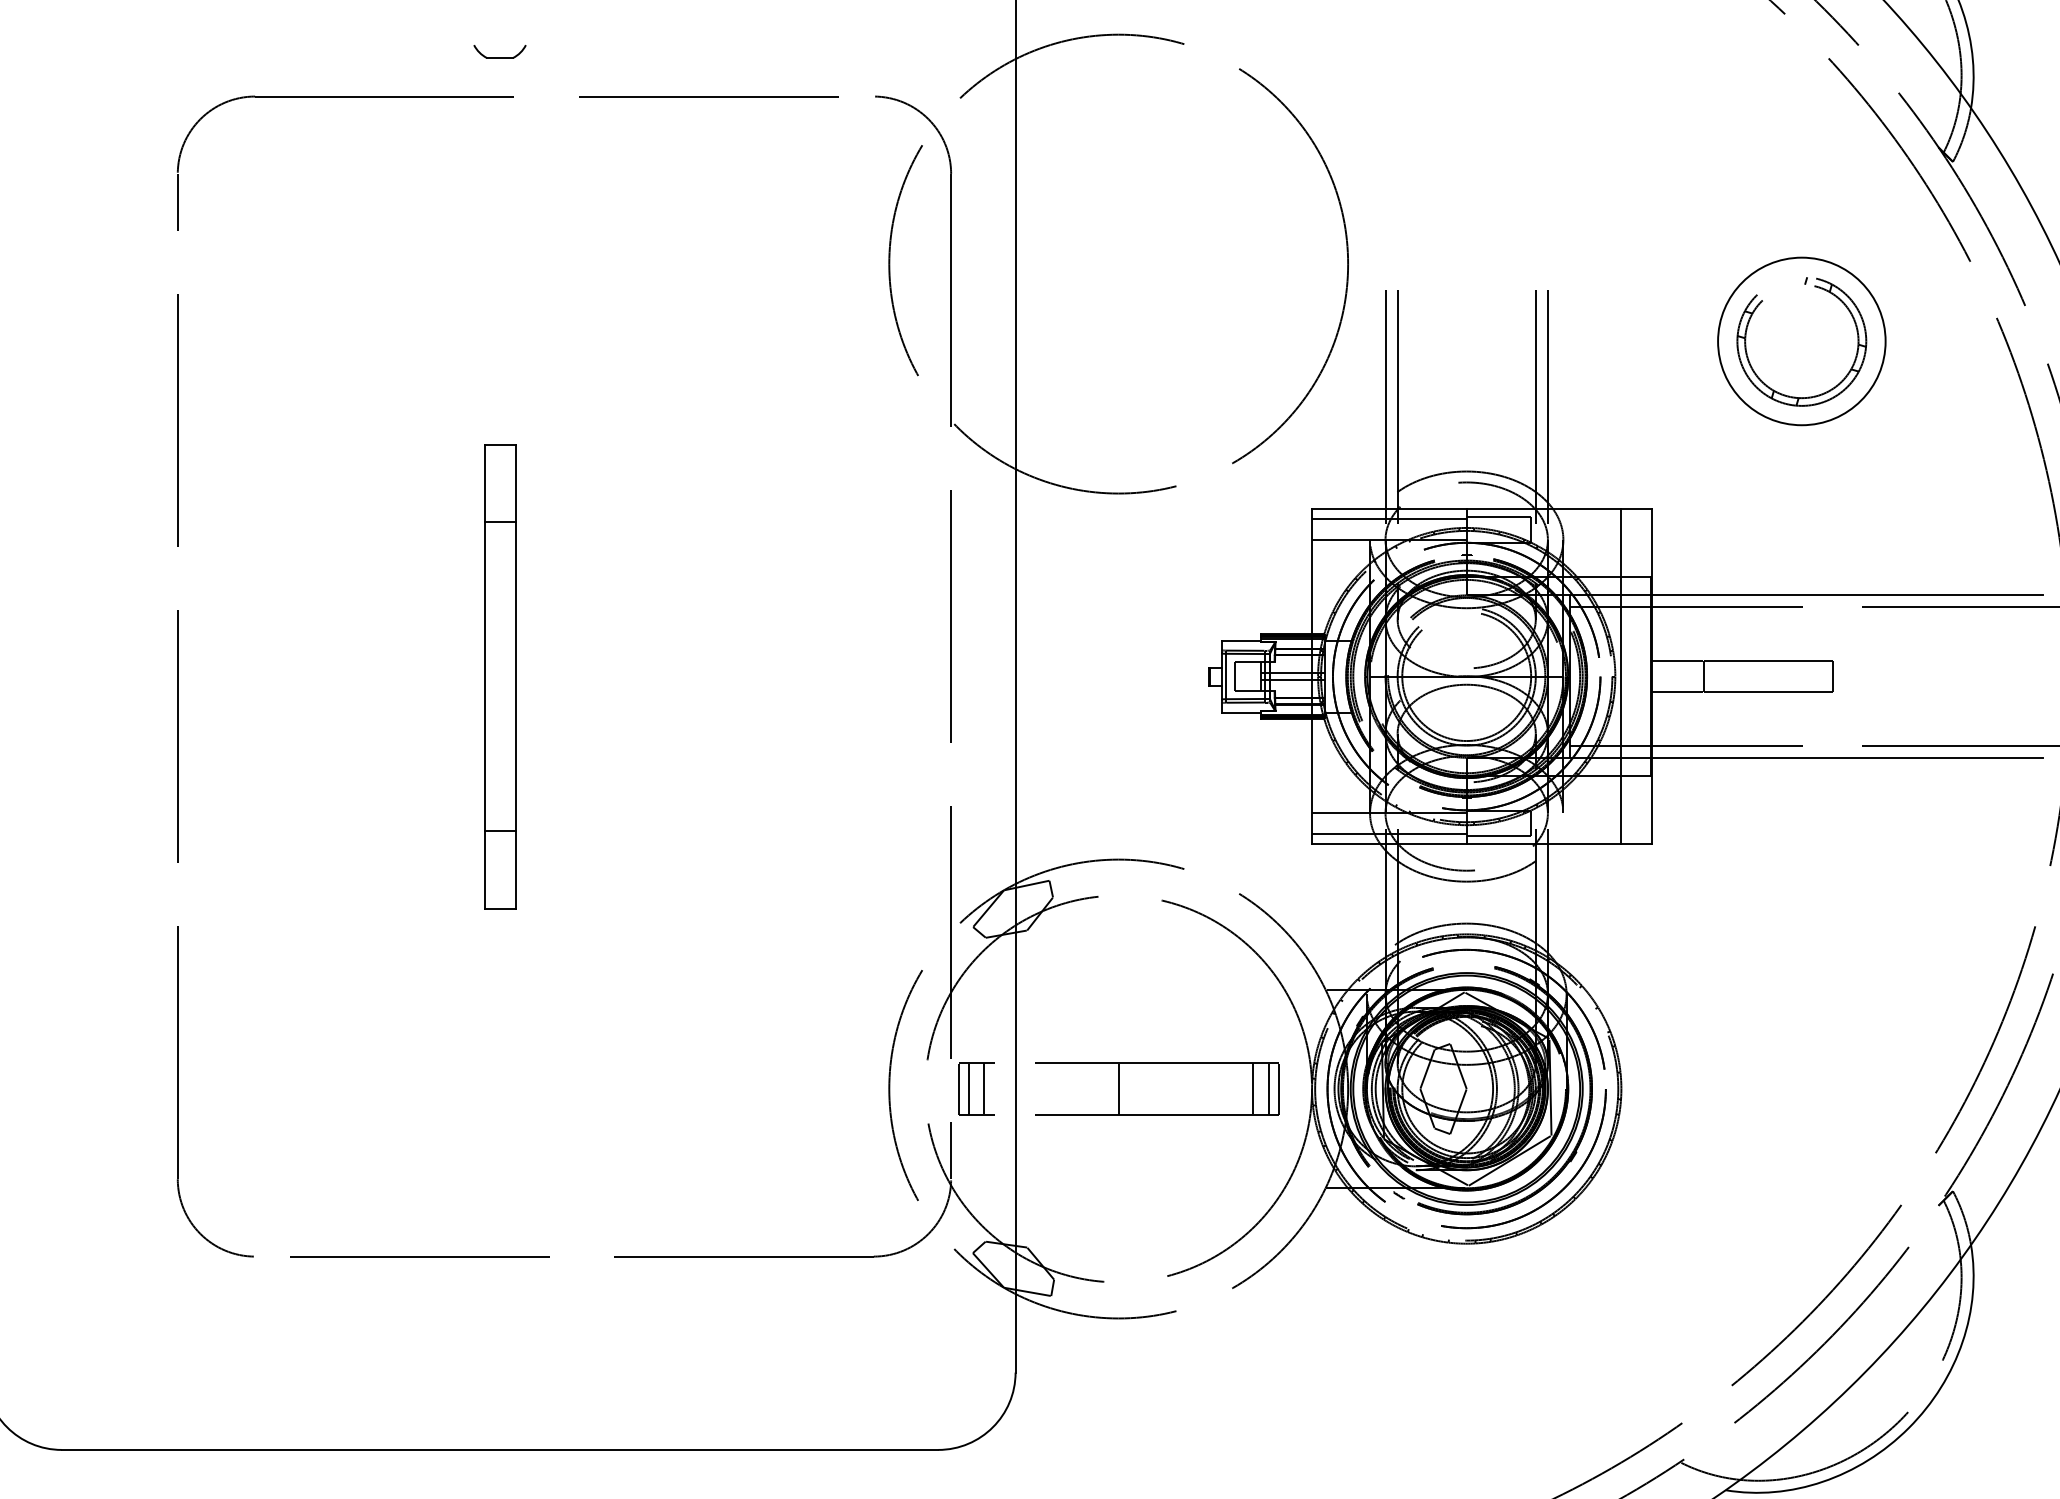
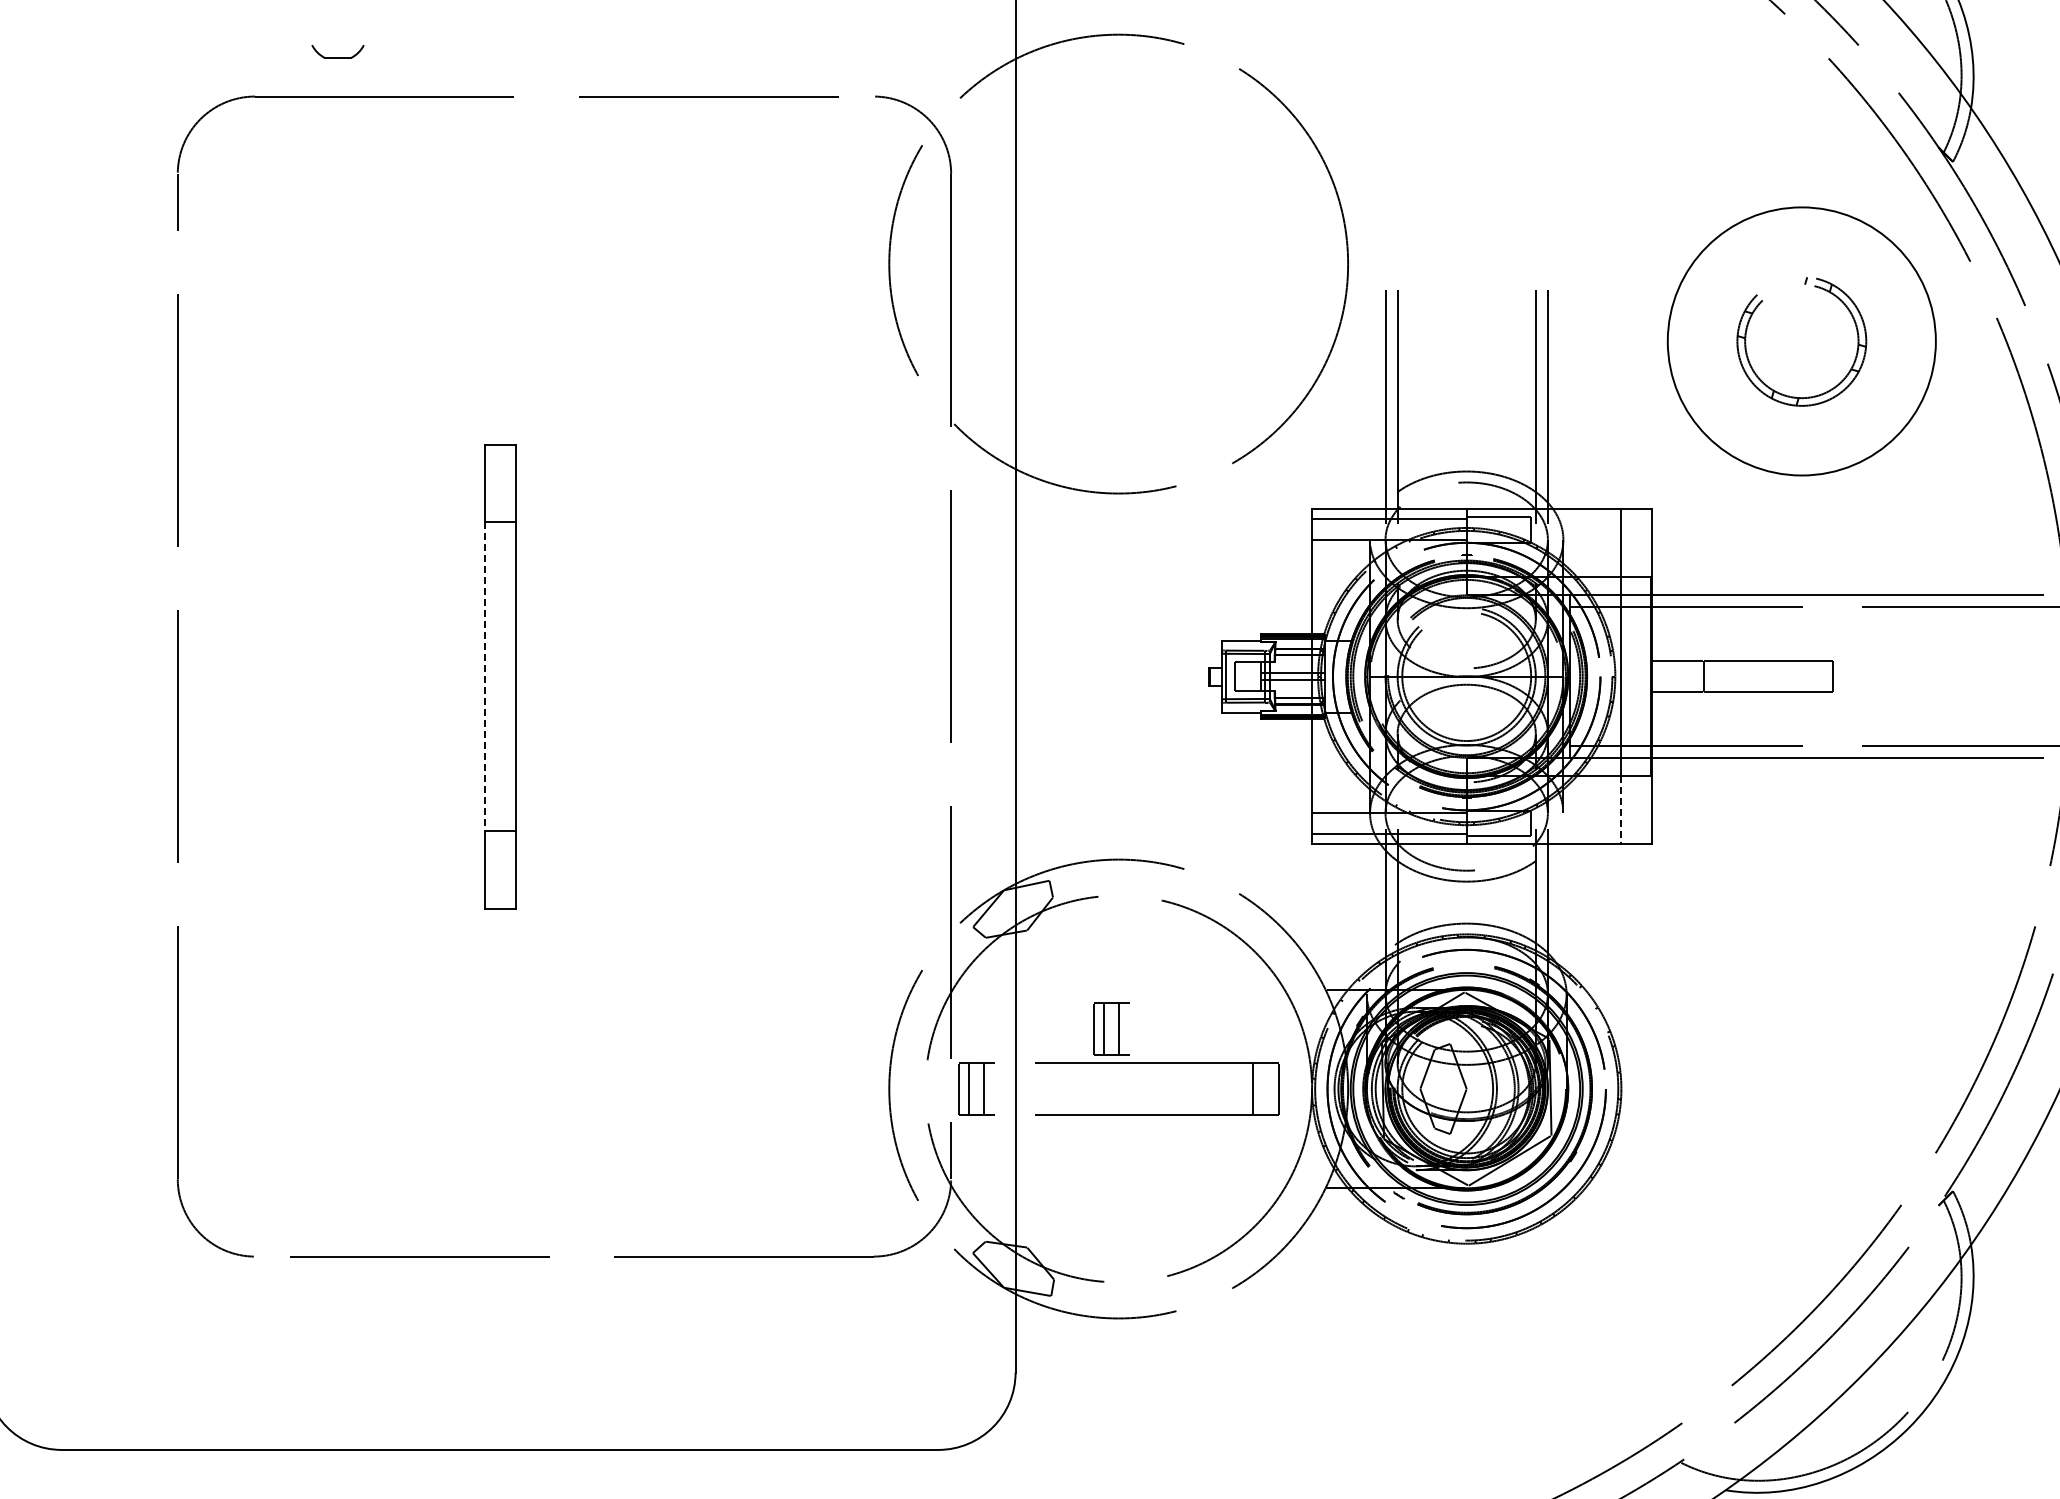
part at (499, 51) position: (499, 51) -> (337, 51)
circle at (1801, 341) diameter: 168 px -> 268 px
line at (484, 676): solid -> dashed
line at (1621, 810): solid -> dashed
part at (1111, 1028): none -> present
line at (1118, 1088): present -> none
line at (1268, 1088): present -> none
